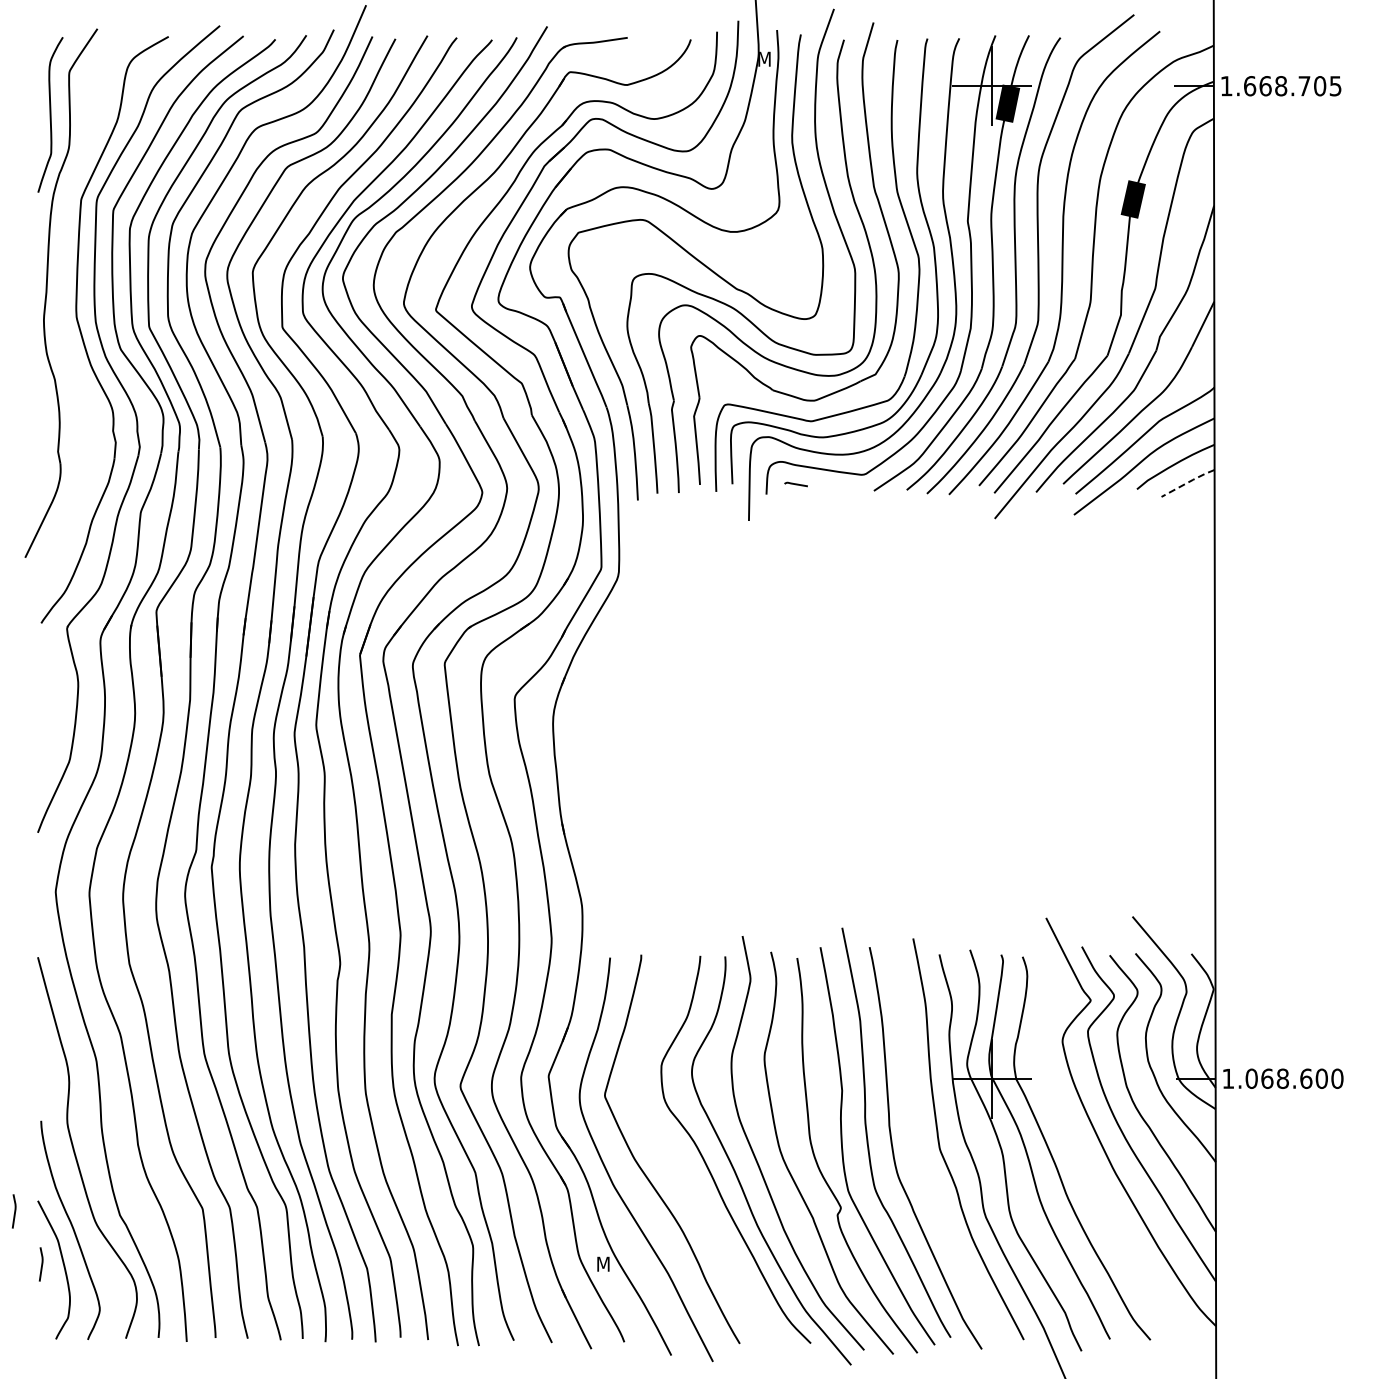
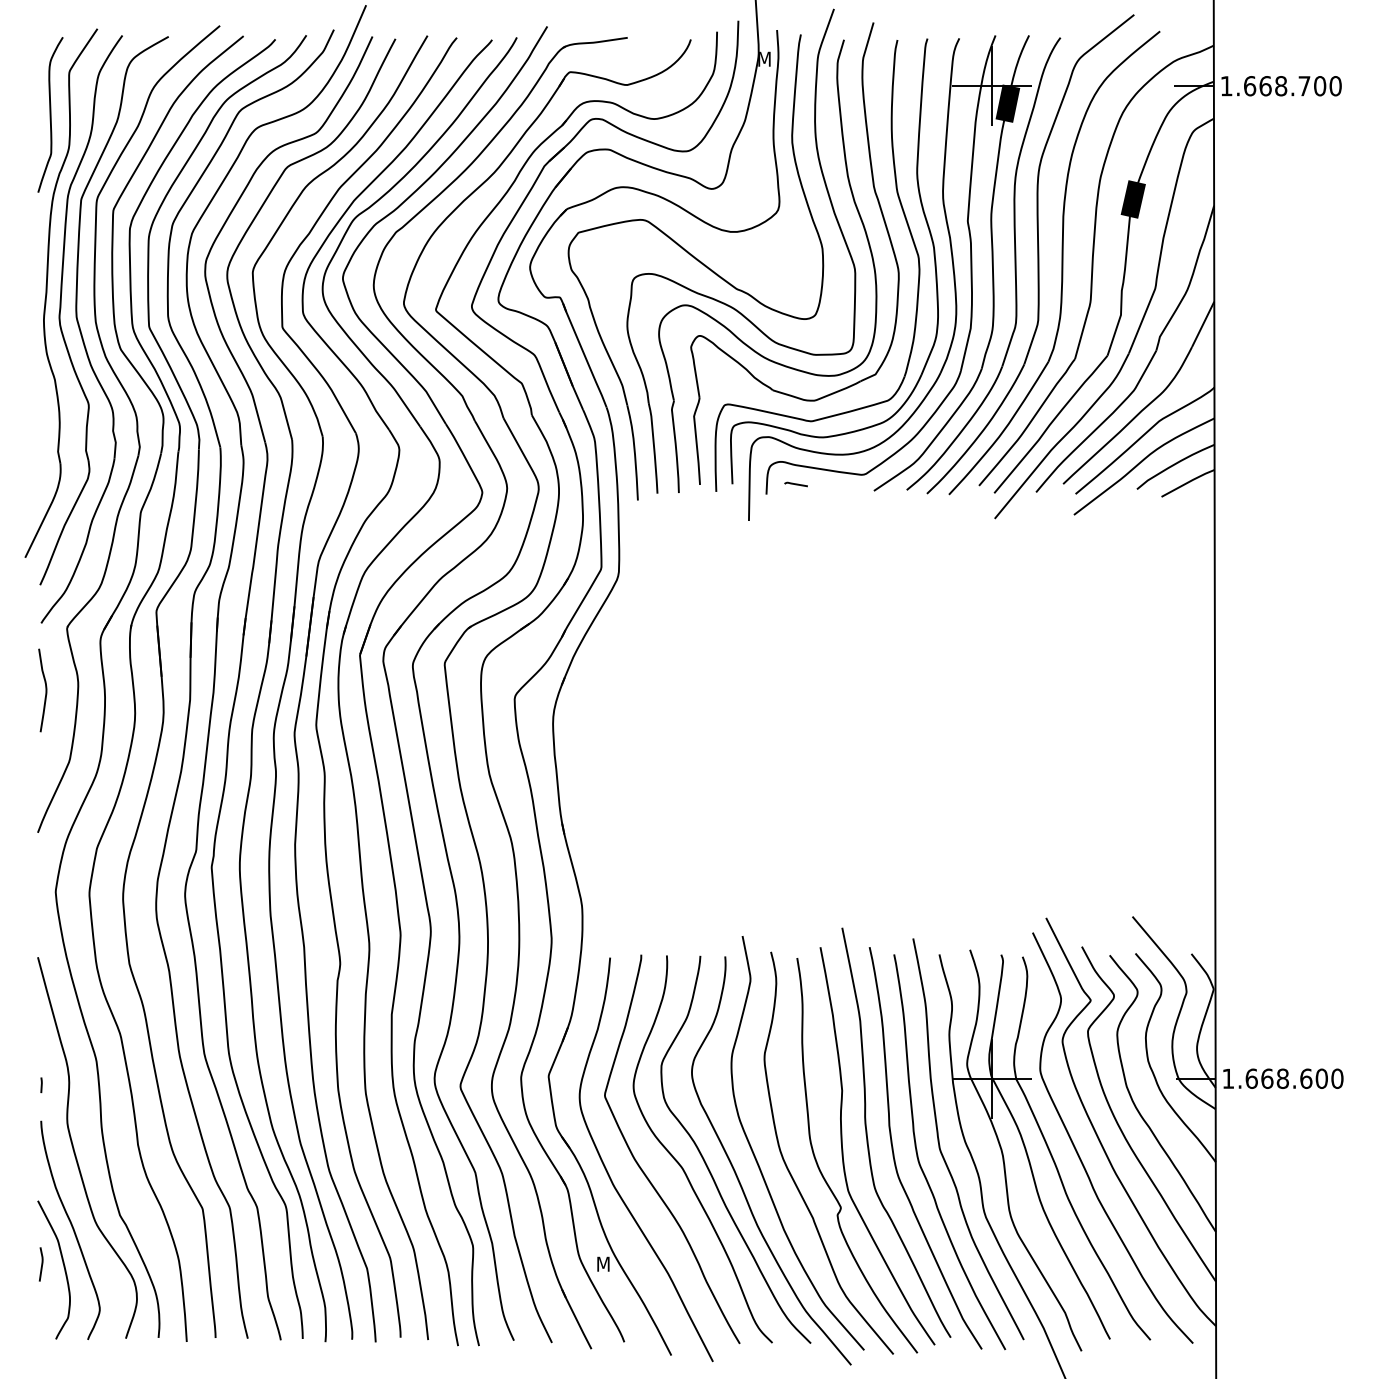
text at (1335, 86): 1.668.705 -> 1.668.700
part at (61, 309): none -> present
line at (1188, 482): dashed -> solid
curve at (45, 690): none -> present
text at (1251, 1078): 1.068.600 -> 1.668.600
line at (41, 1085): none -> present
curve at (1079, 1154): none -> present
curve at (919, 1159): none -> present
curve at (682, 1166): none -> present
line at (14, 1211): present -> none
